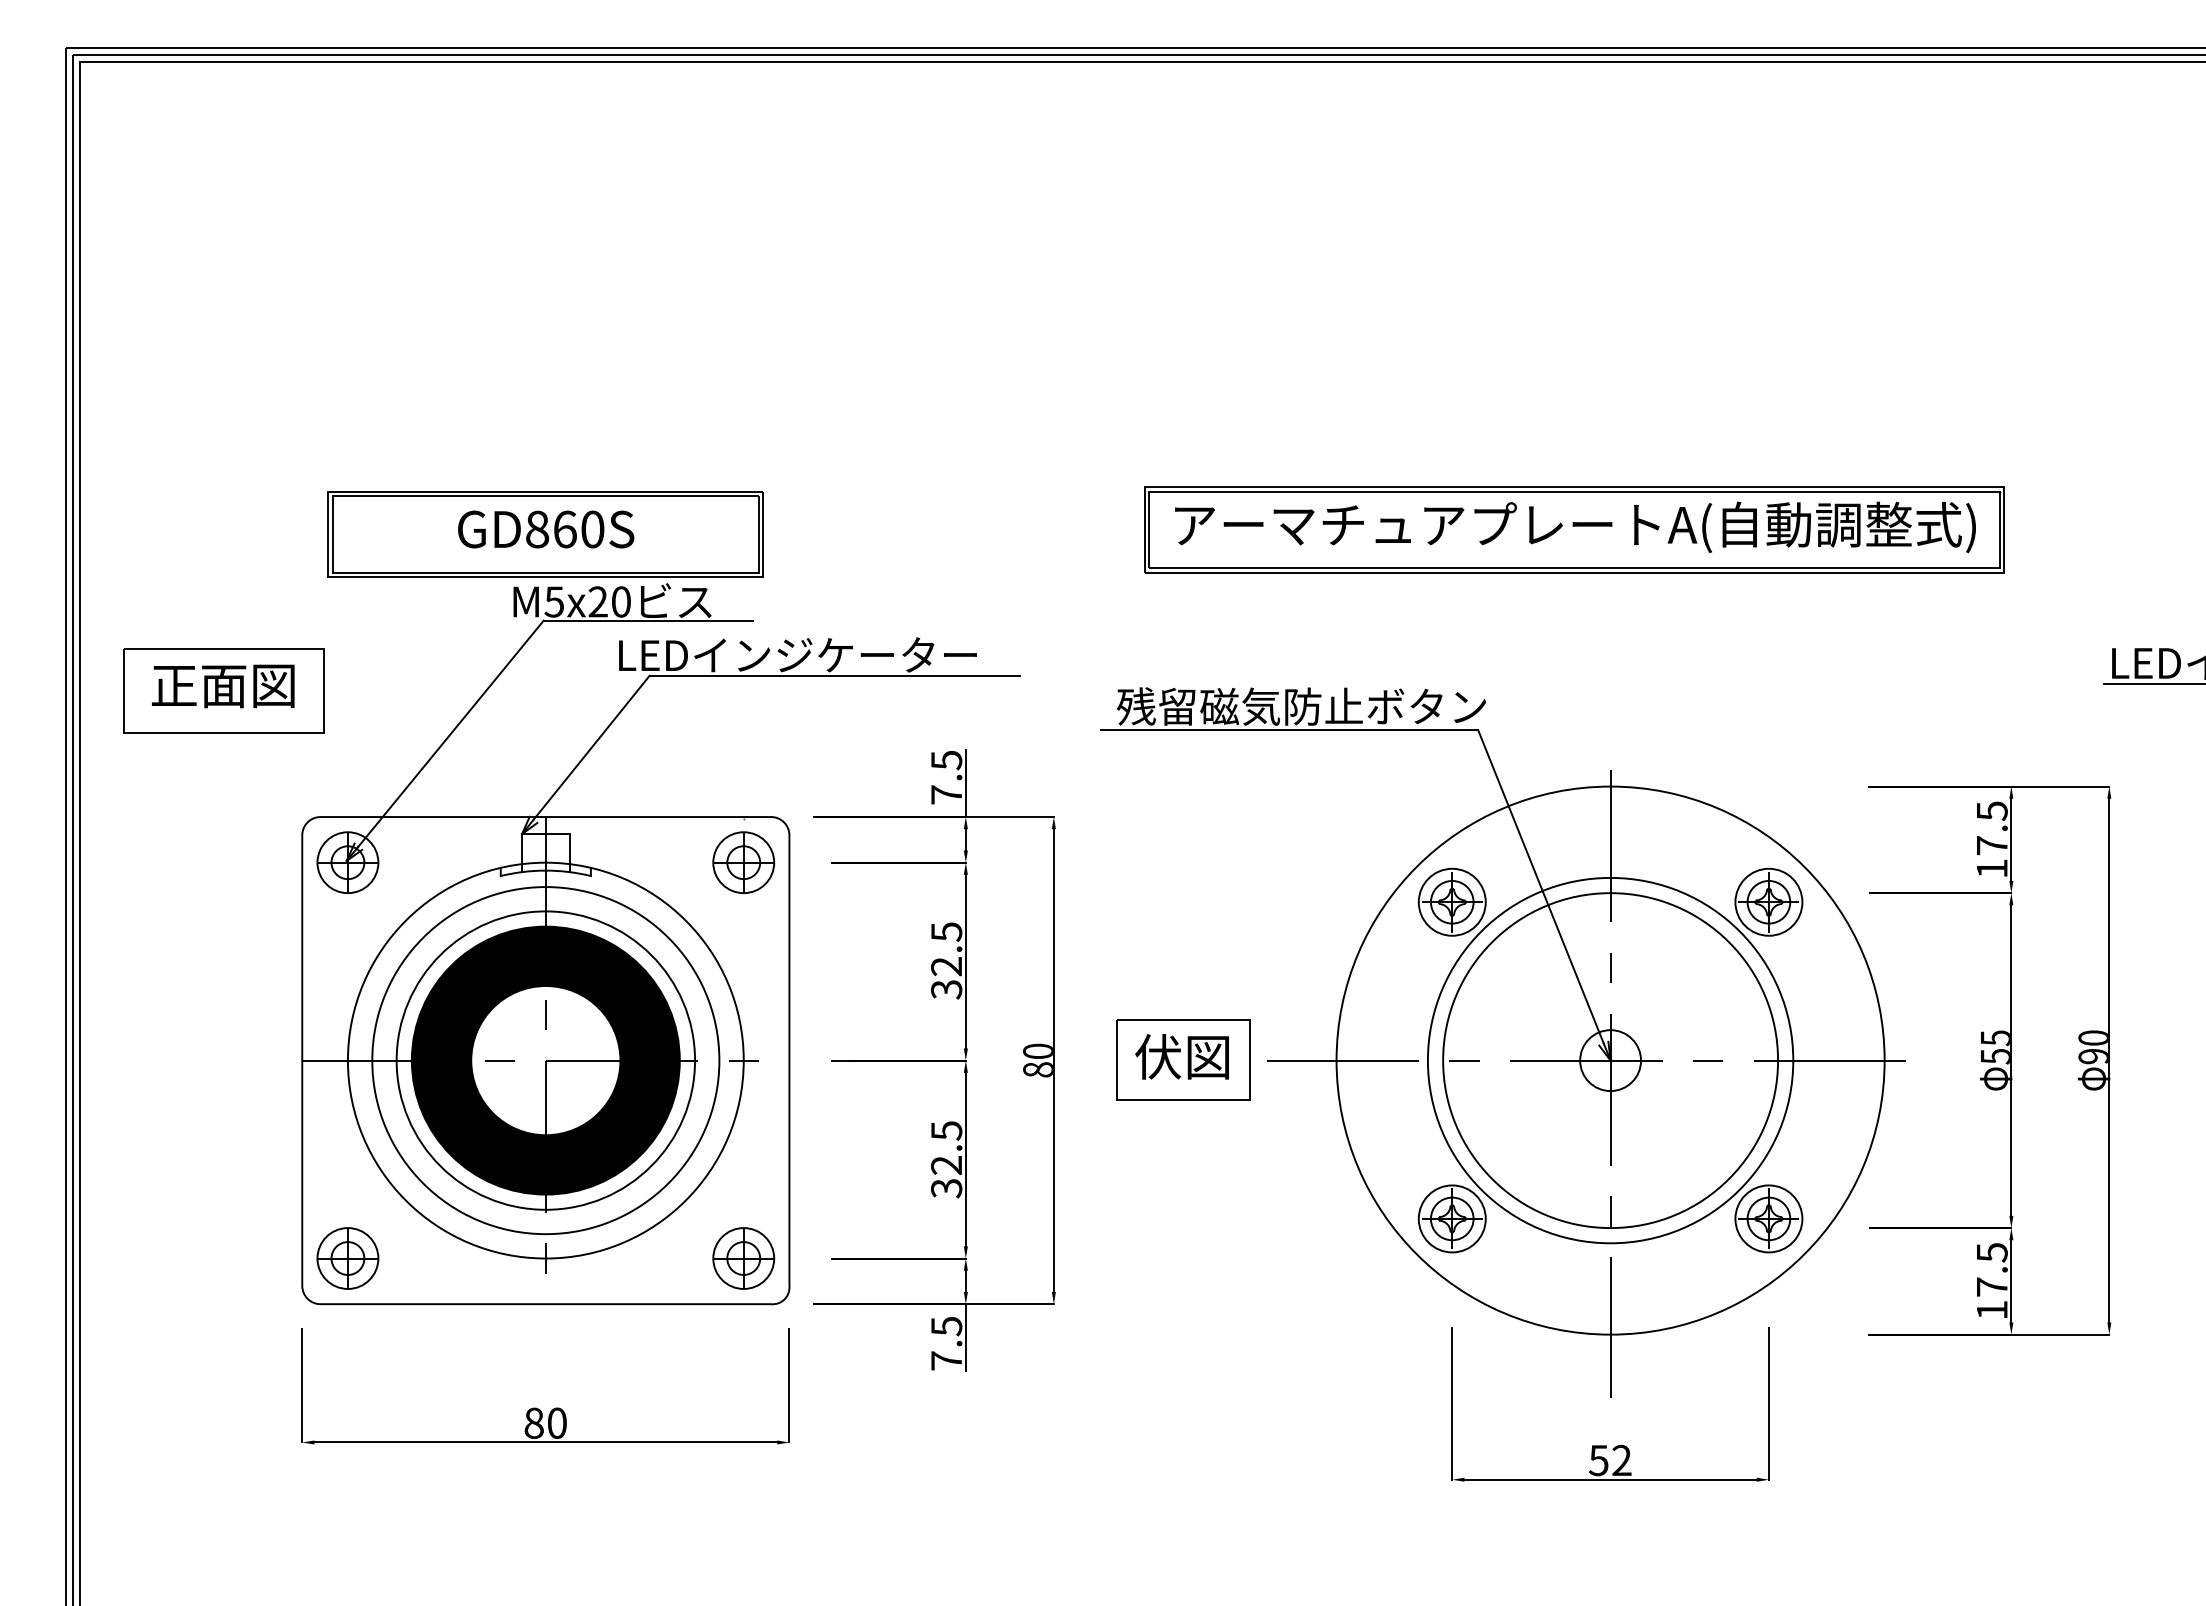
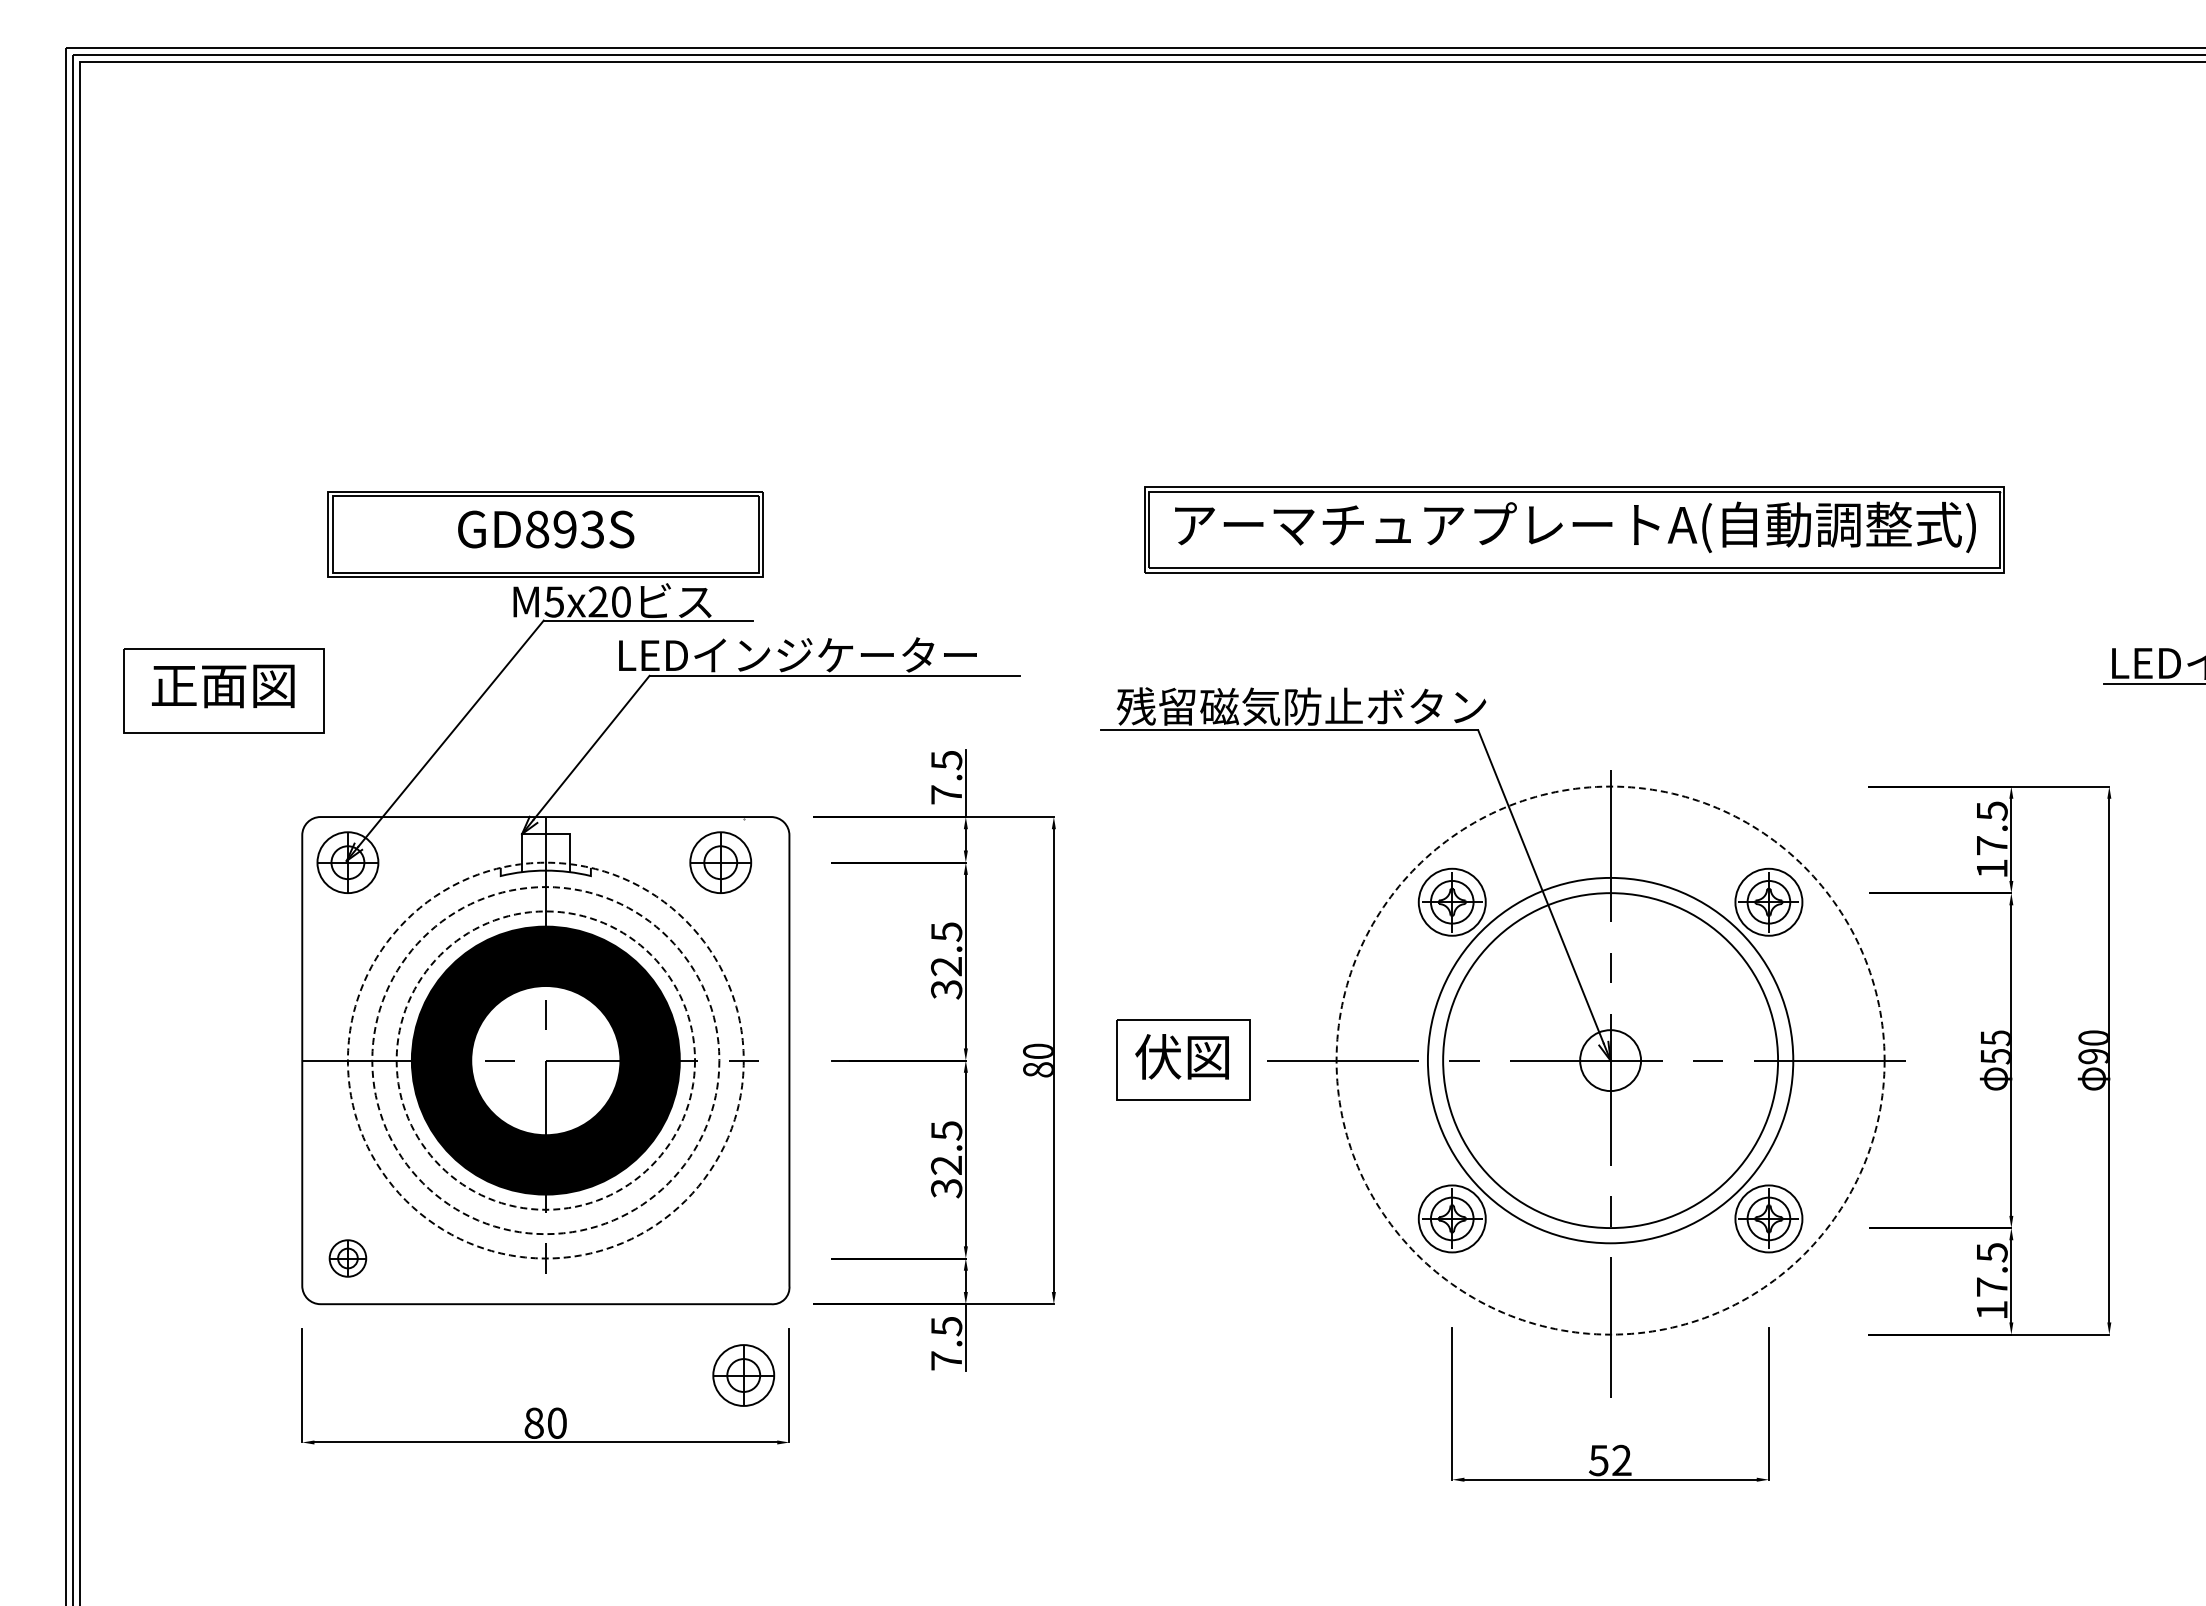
text at (578, 529): GD860S -> GD893S
part at (743, 862) position: (743, 862) -> (720, 862)
circle at (545, 1060): solid -> dashed
circle at (545, 1060): solid -> dashed
circle at (545, 1060): solid -> dashed
circle at (1610, 1060): solid -> dashed
part at (347, 1258) size: 64x63 px -> 40x39 px
part at (743, 1258) position: (743, 1258) -> (743, 1375)
